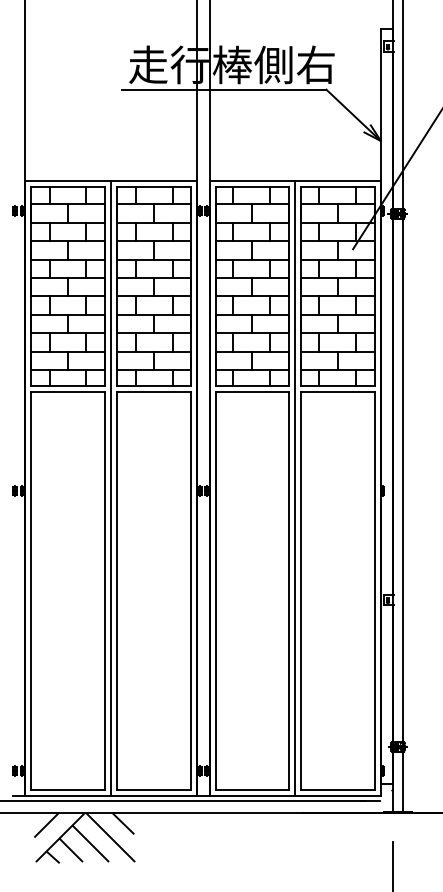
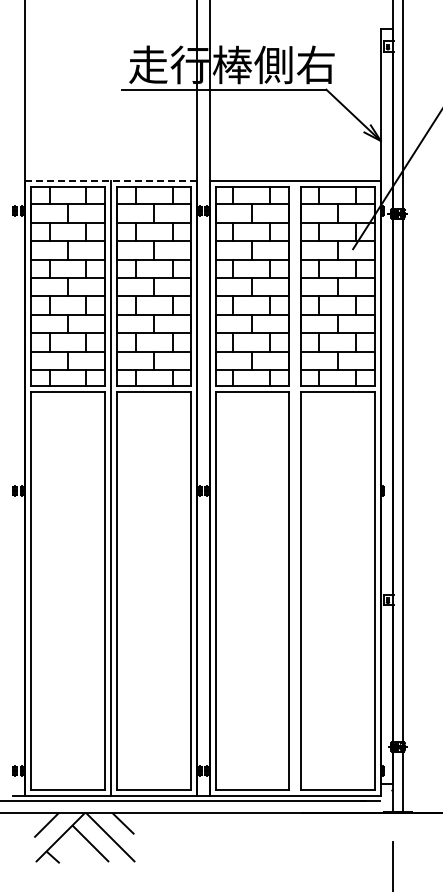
line at (110, 181): solid -> dashed
line at (294, 488): present -> none
line at (70, 850): present -> none
